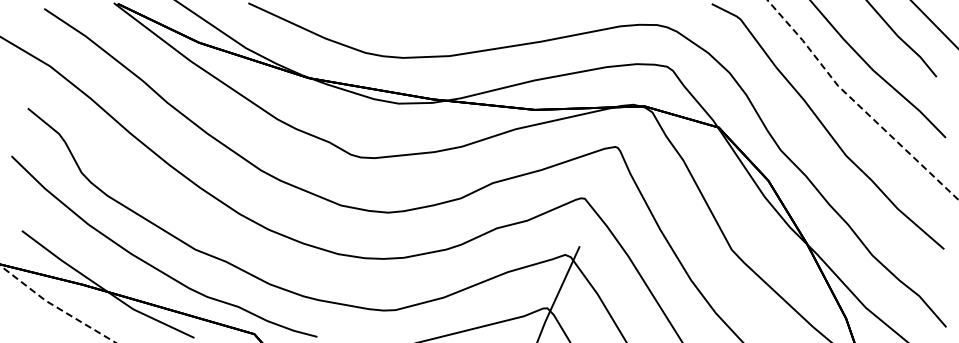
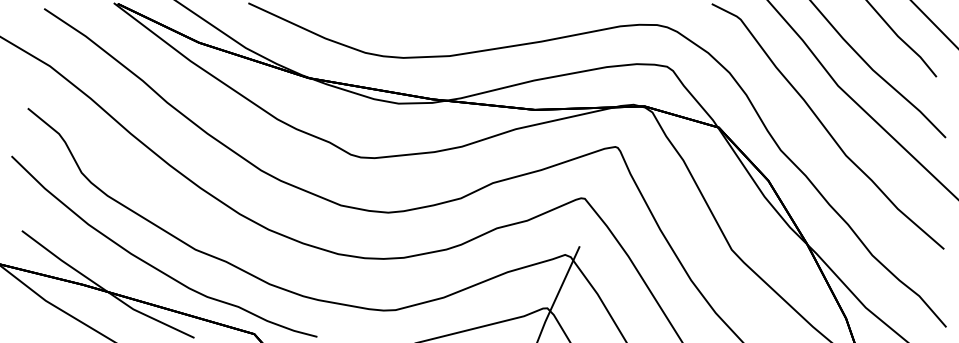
line at (857, 104): dashed -> solid
line at (55, 306): dashed -> solid
